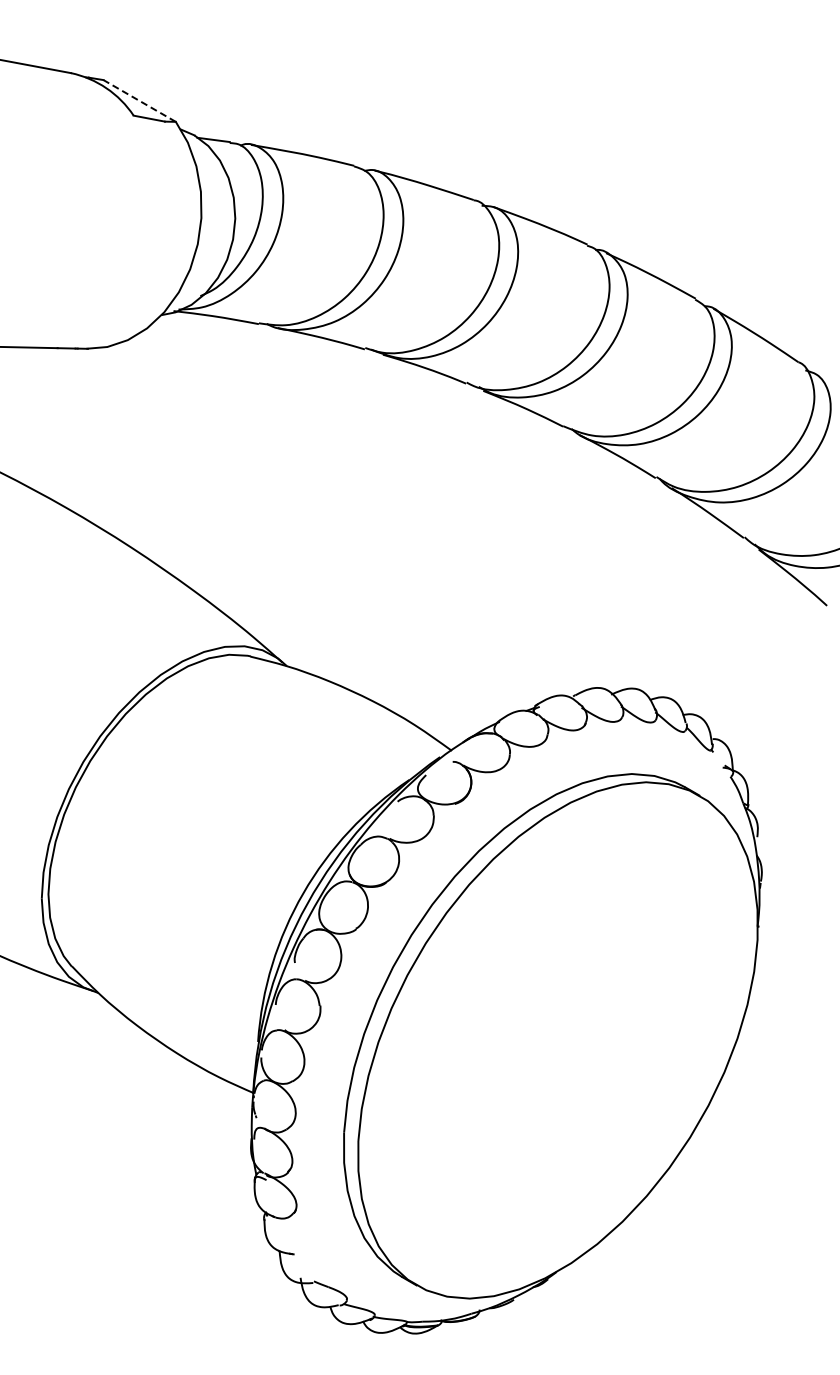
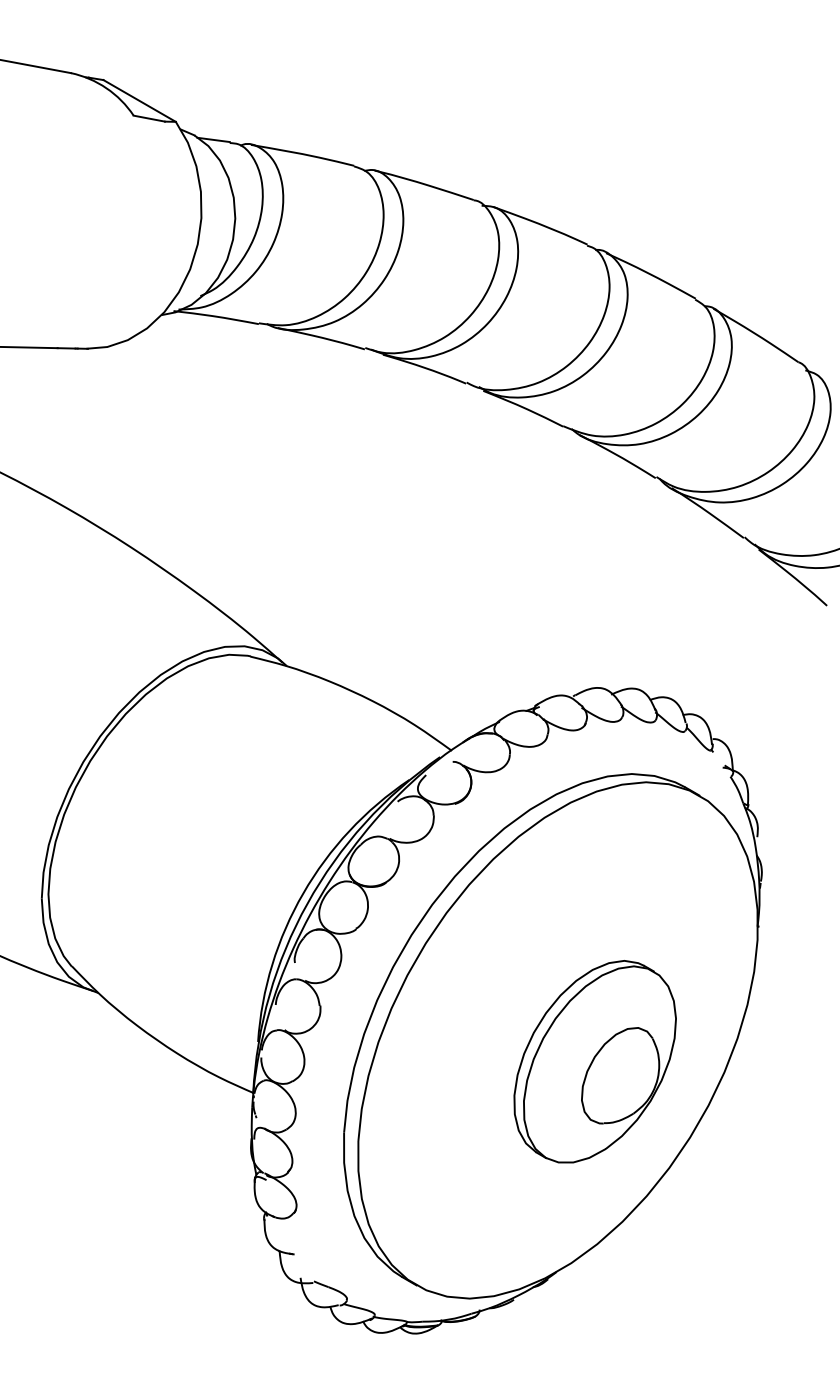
line at (139, 100): dashed -> solid
part at (594, 1061): none -> present
